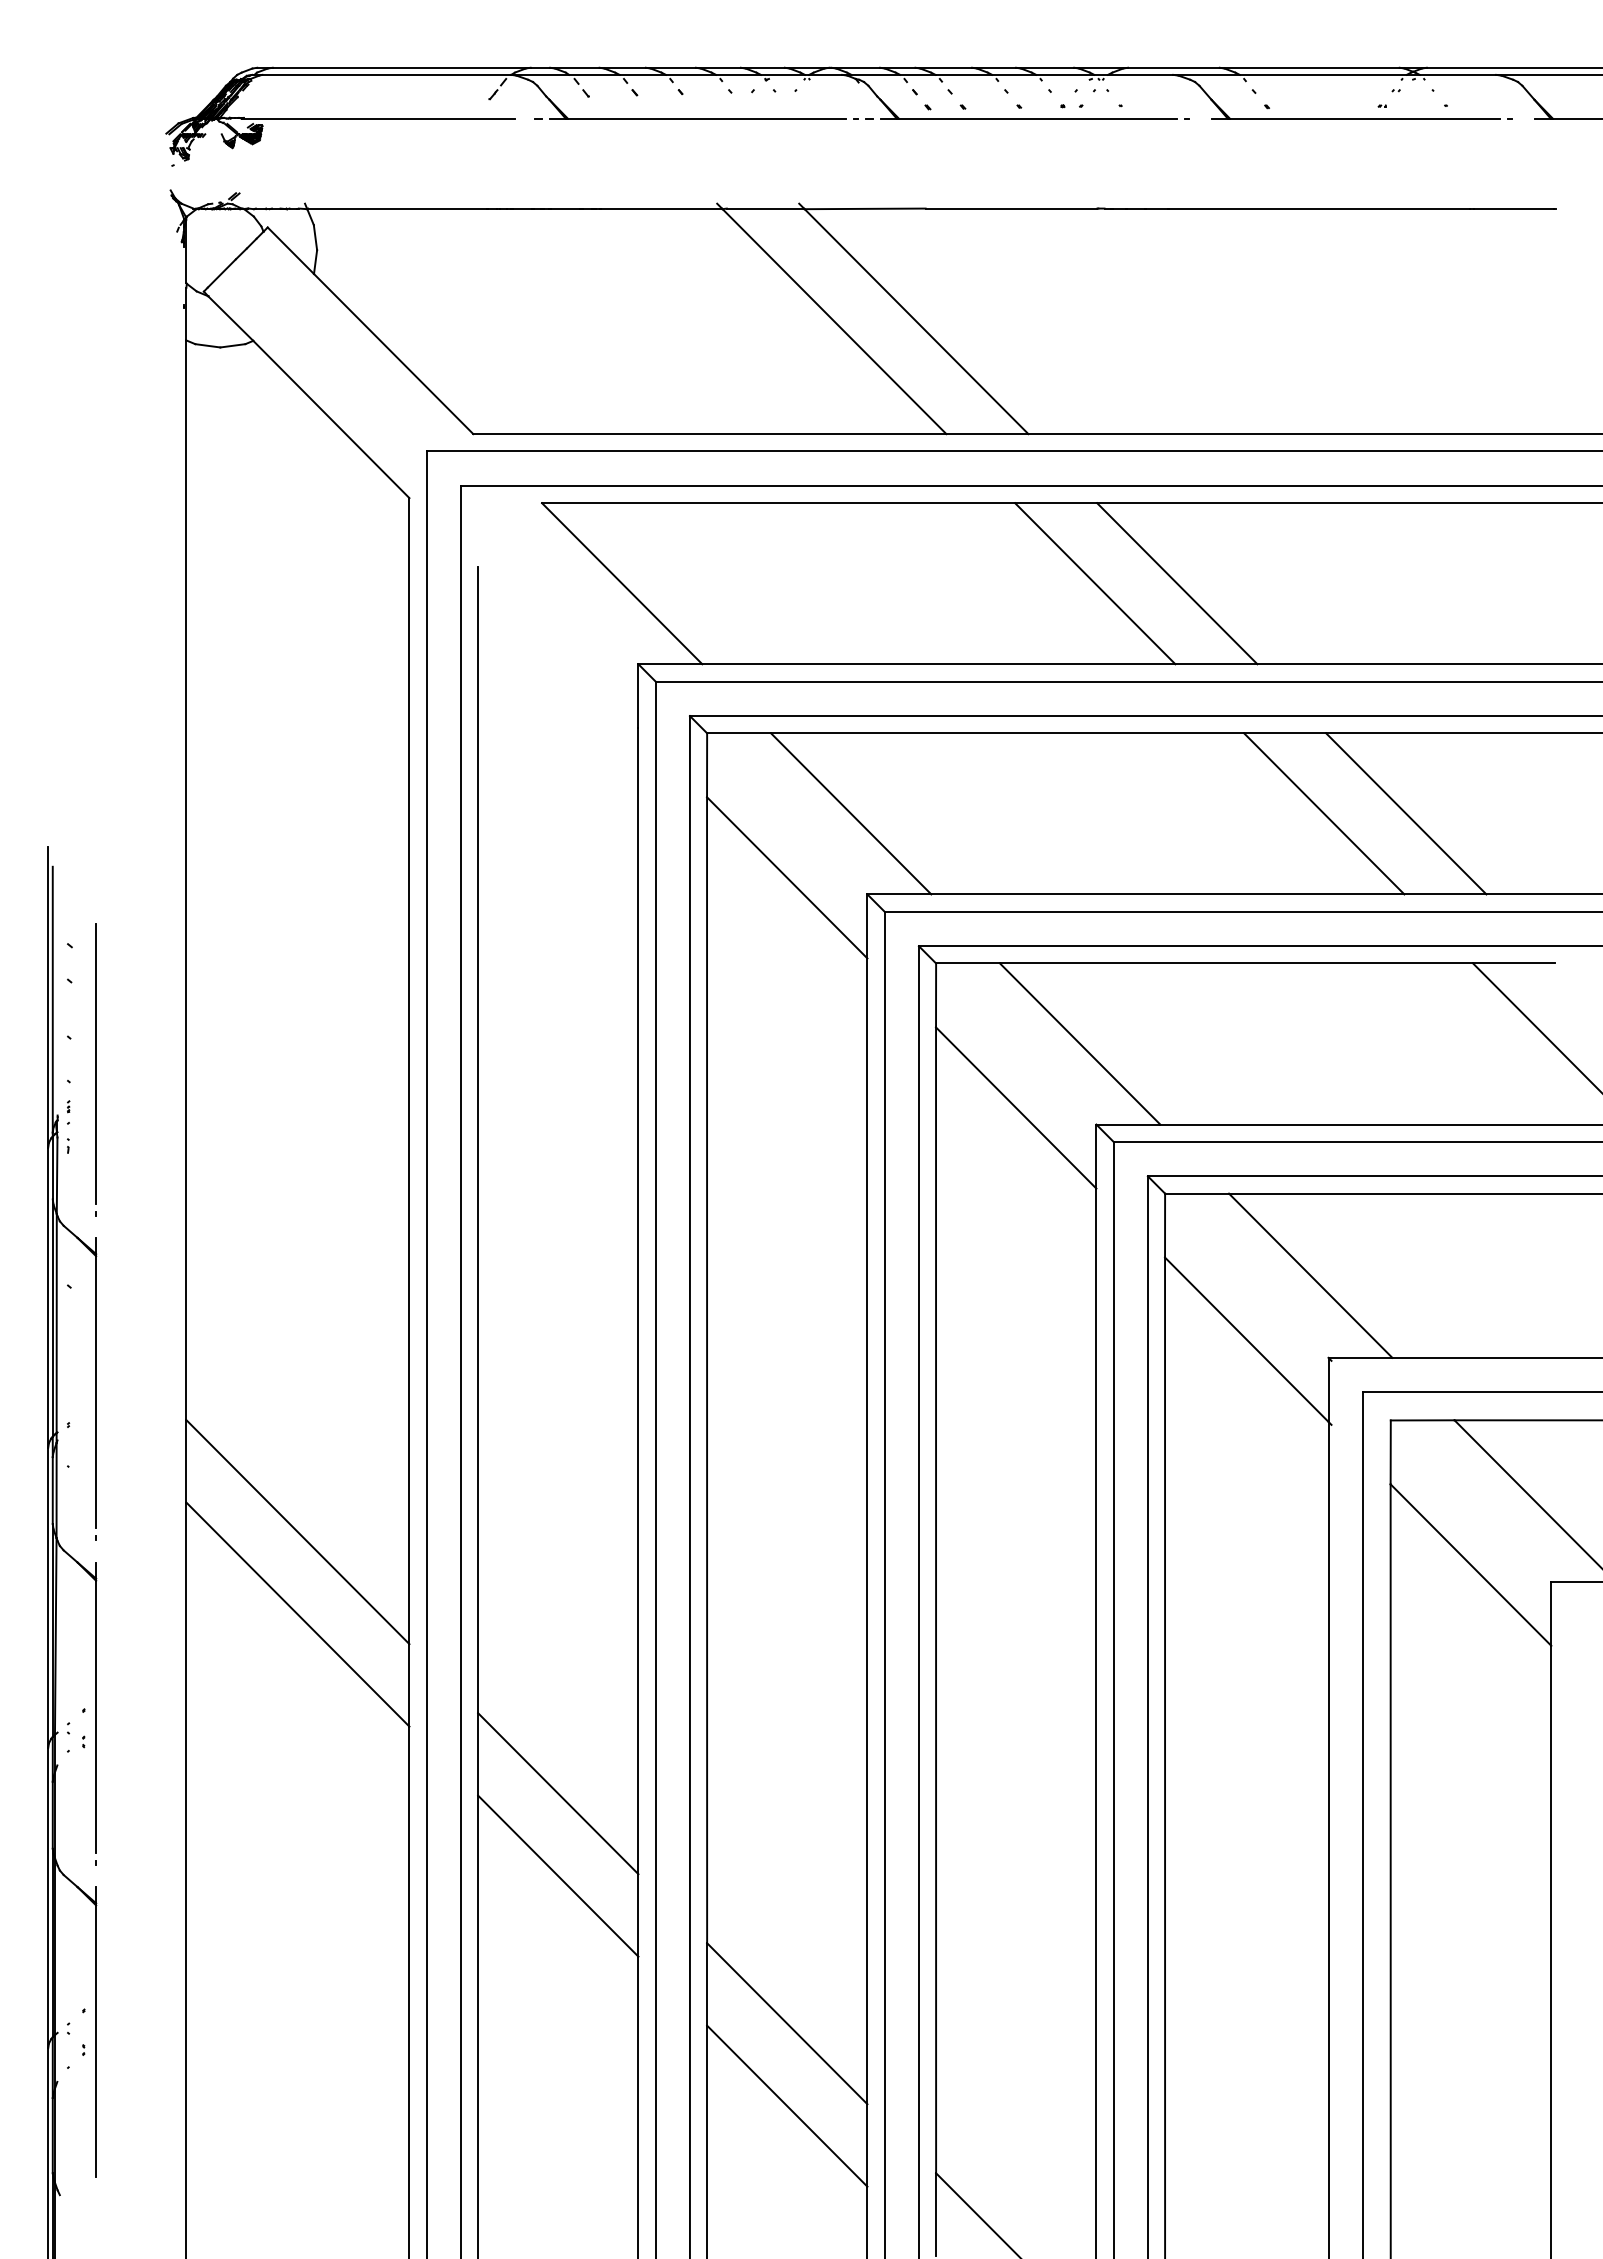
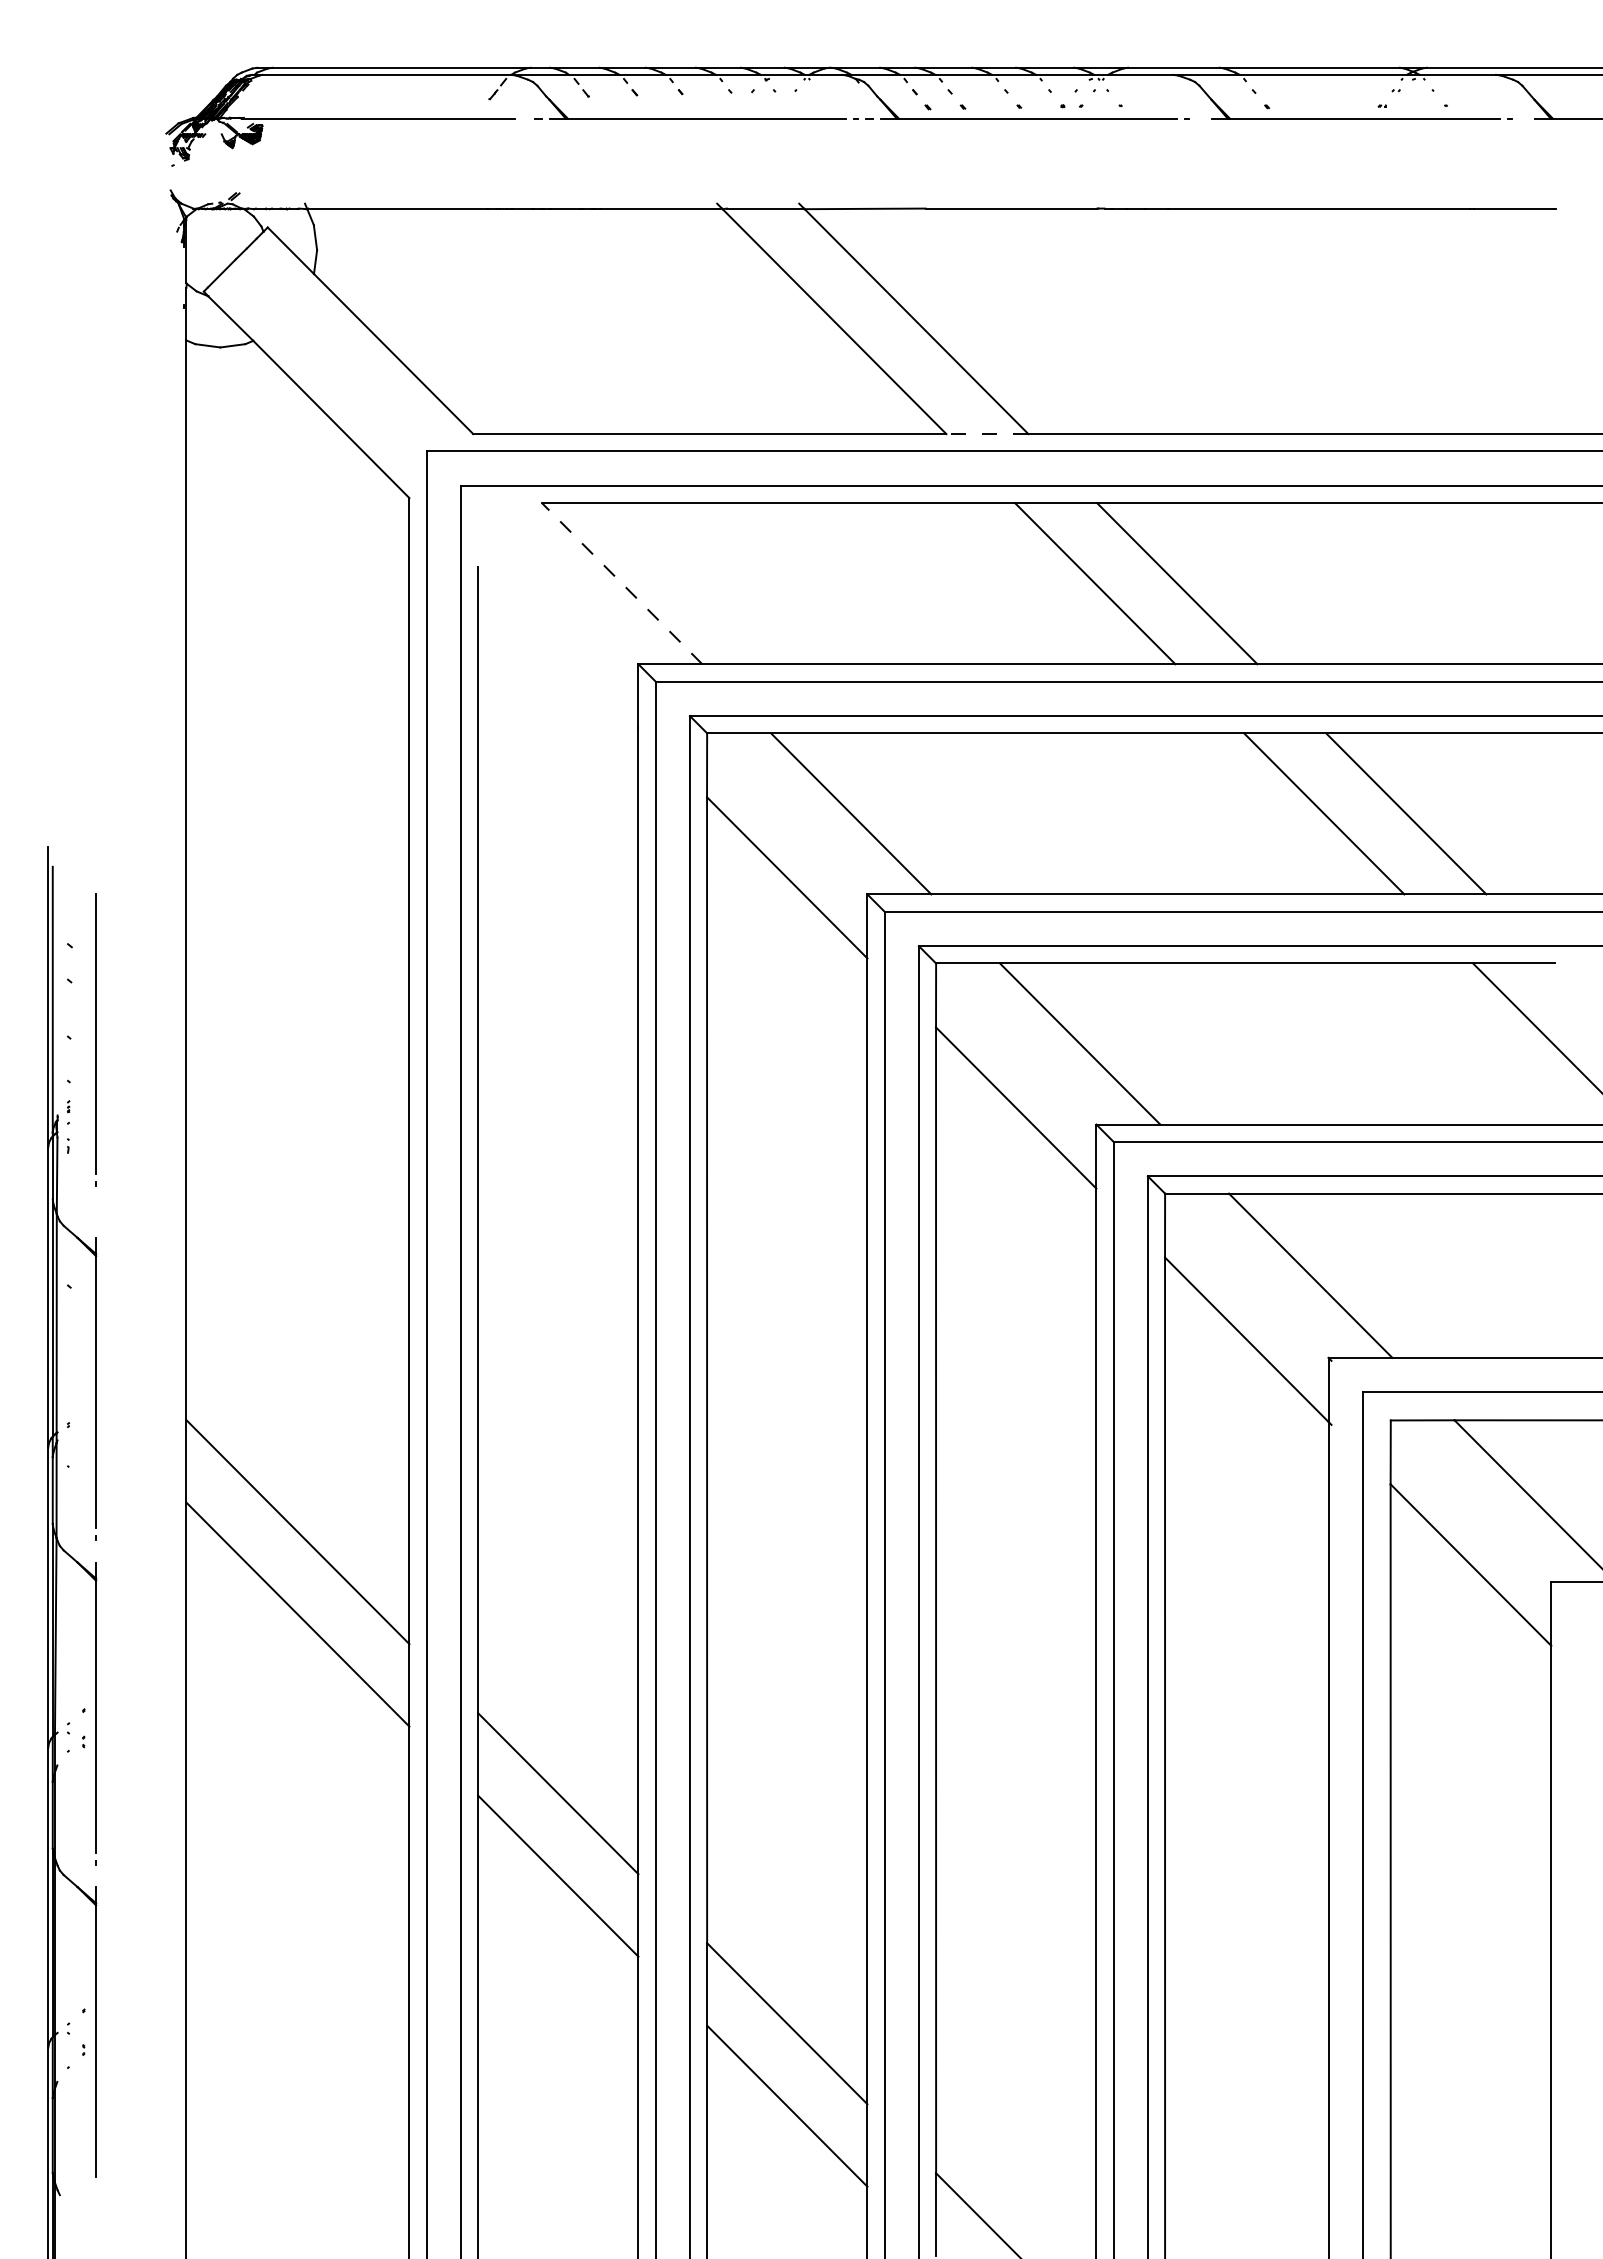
line at (986, 434): solid -> dashed
line at (622, 583): solid -> dashed
line at (95, 1069) position: (95, 1069) -> (95, 1039)
